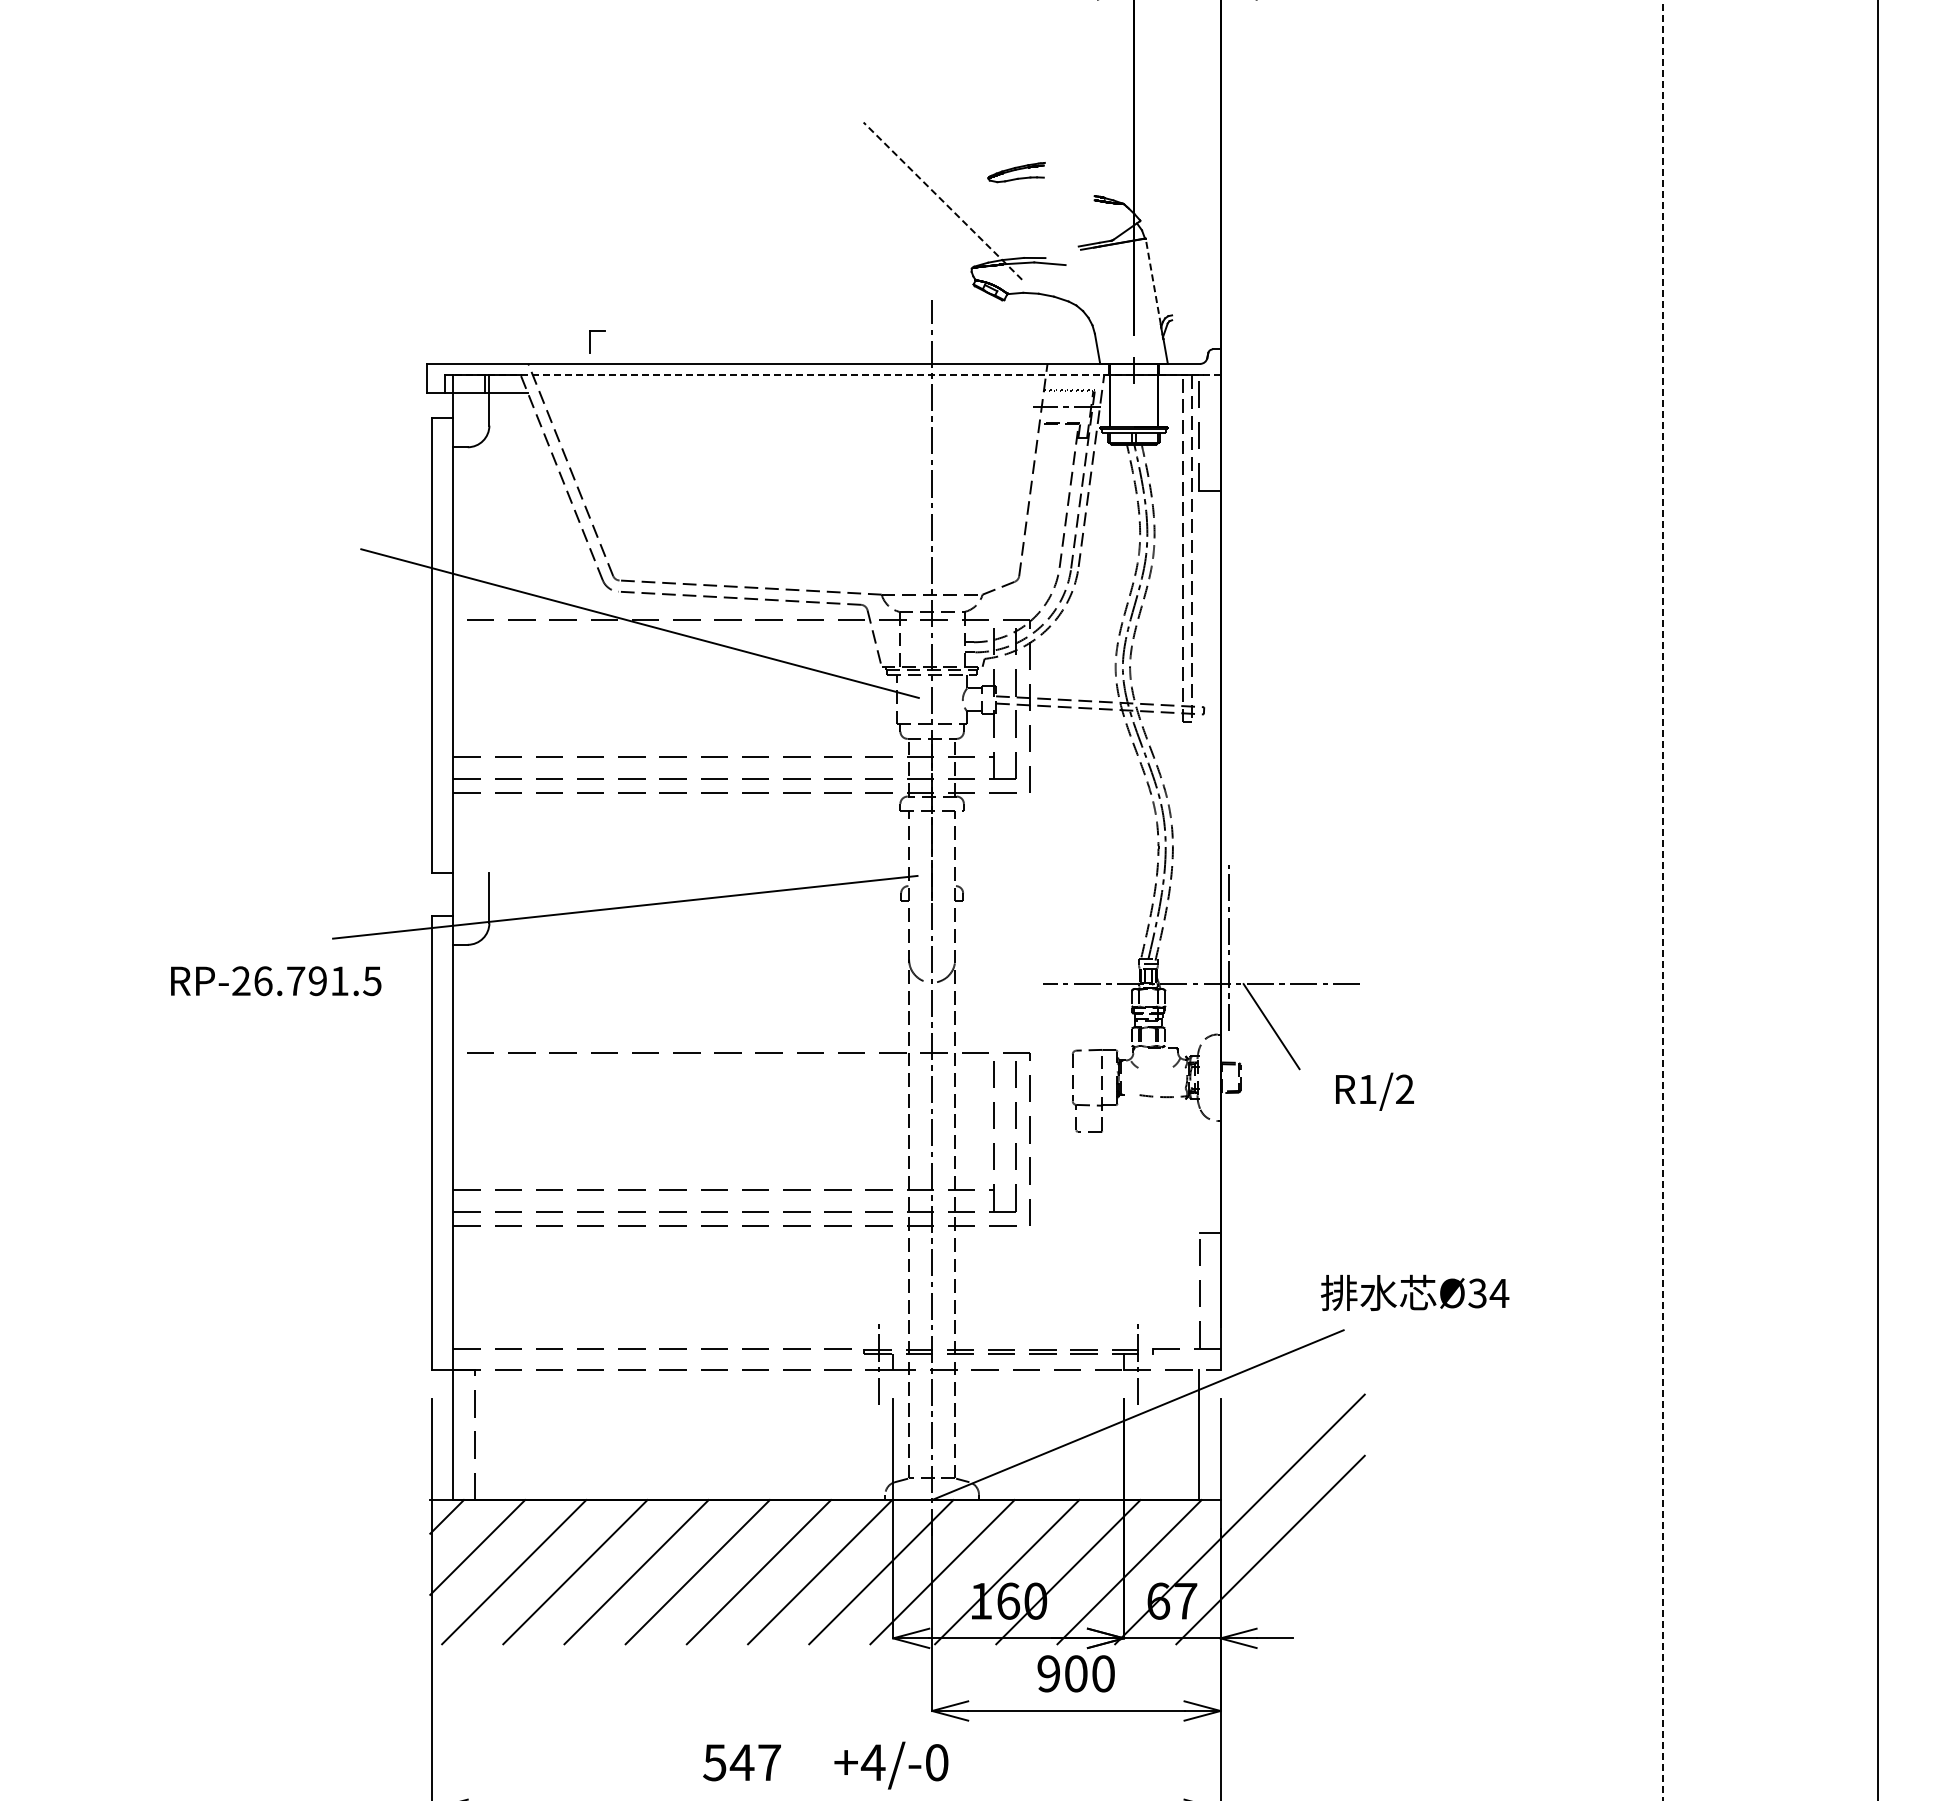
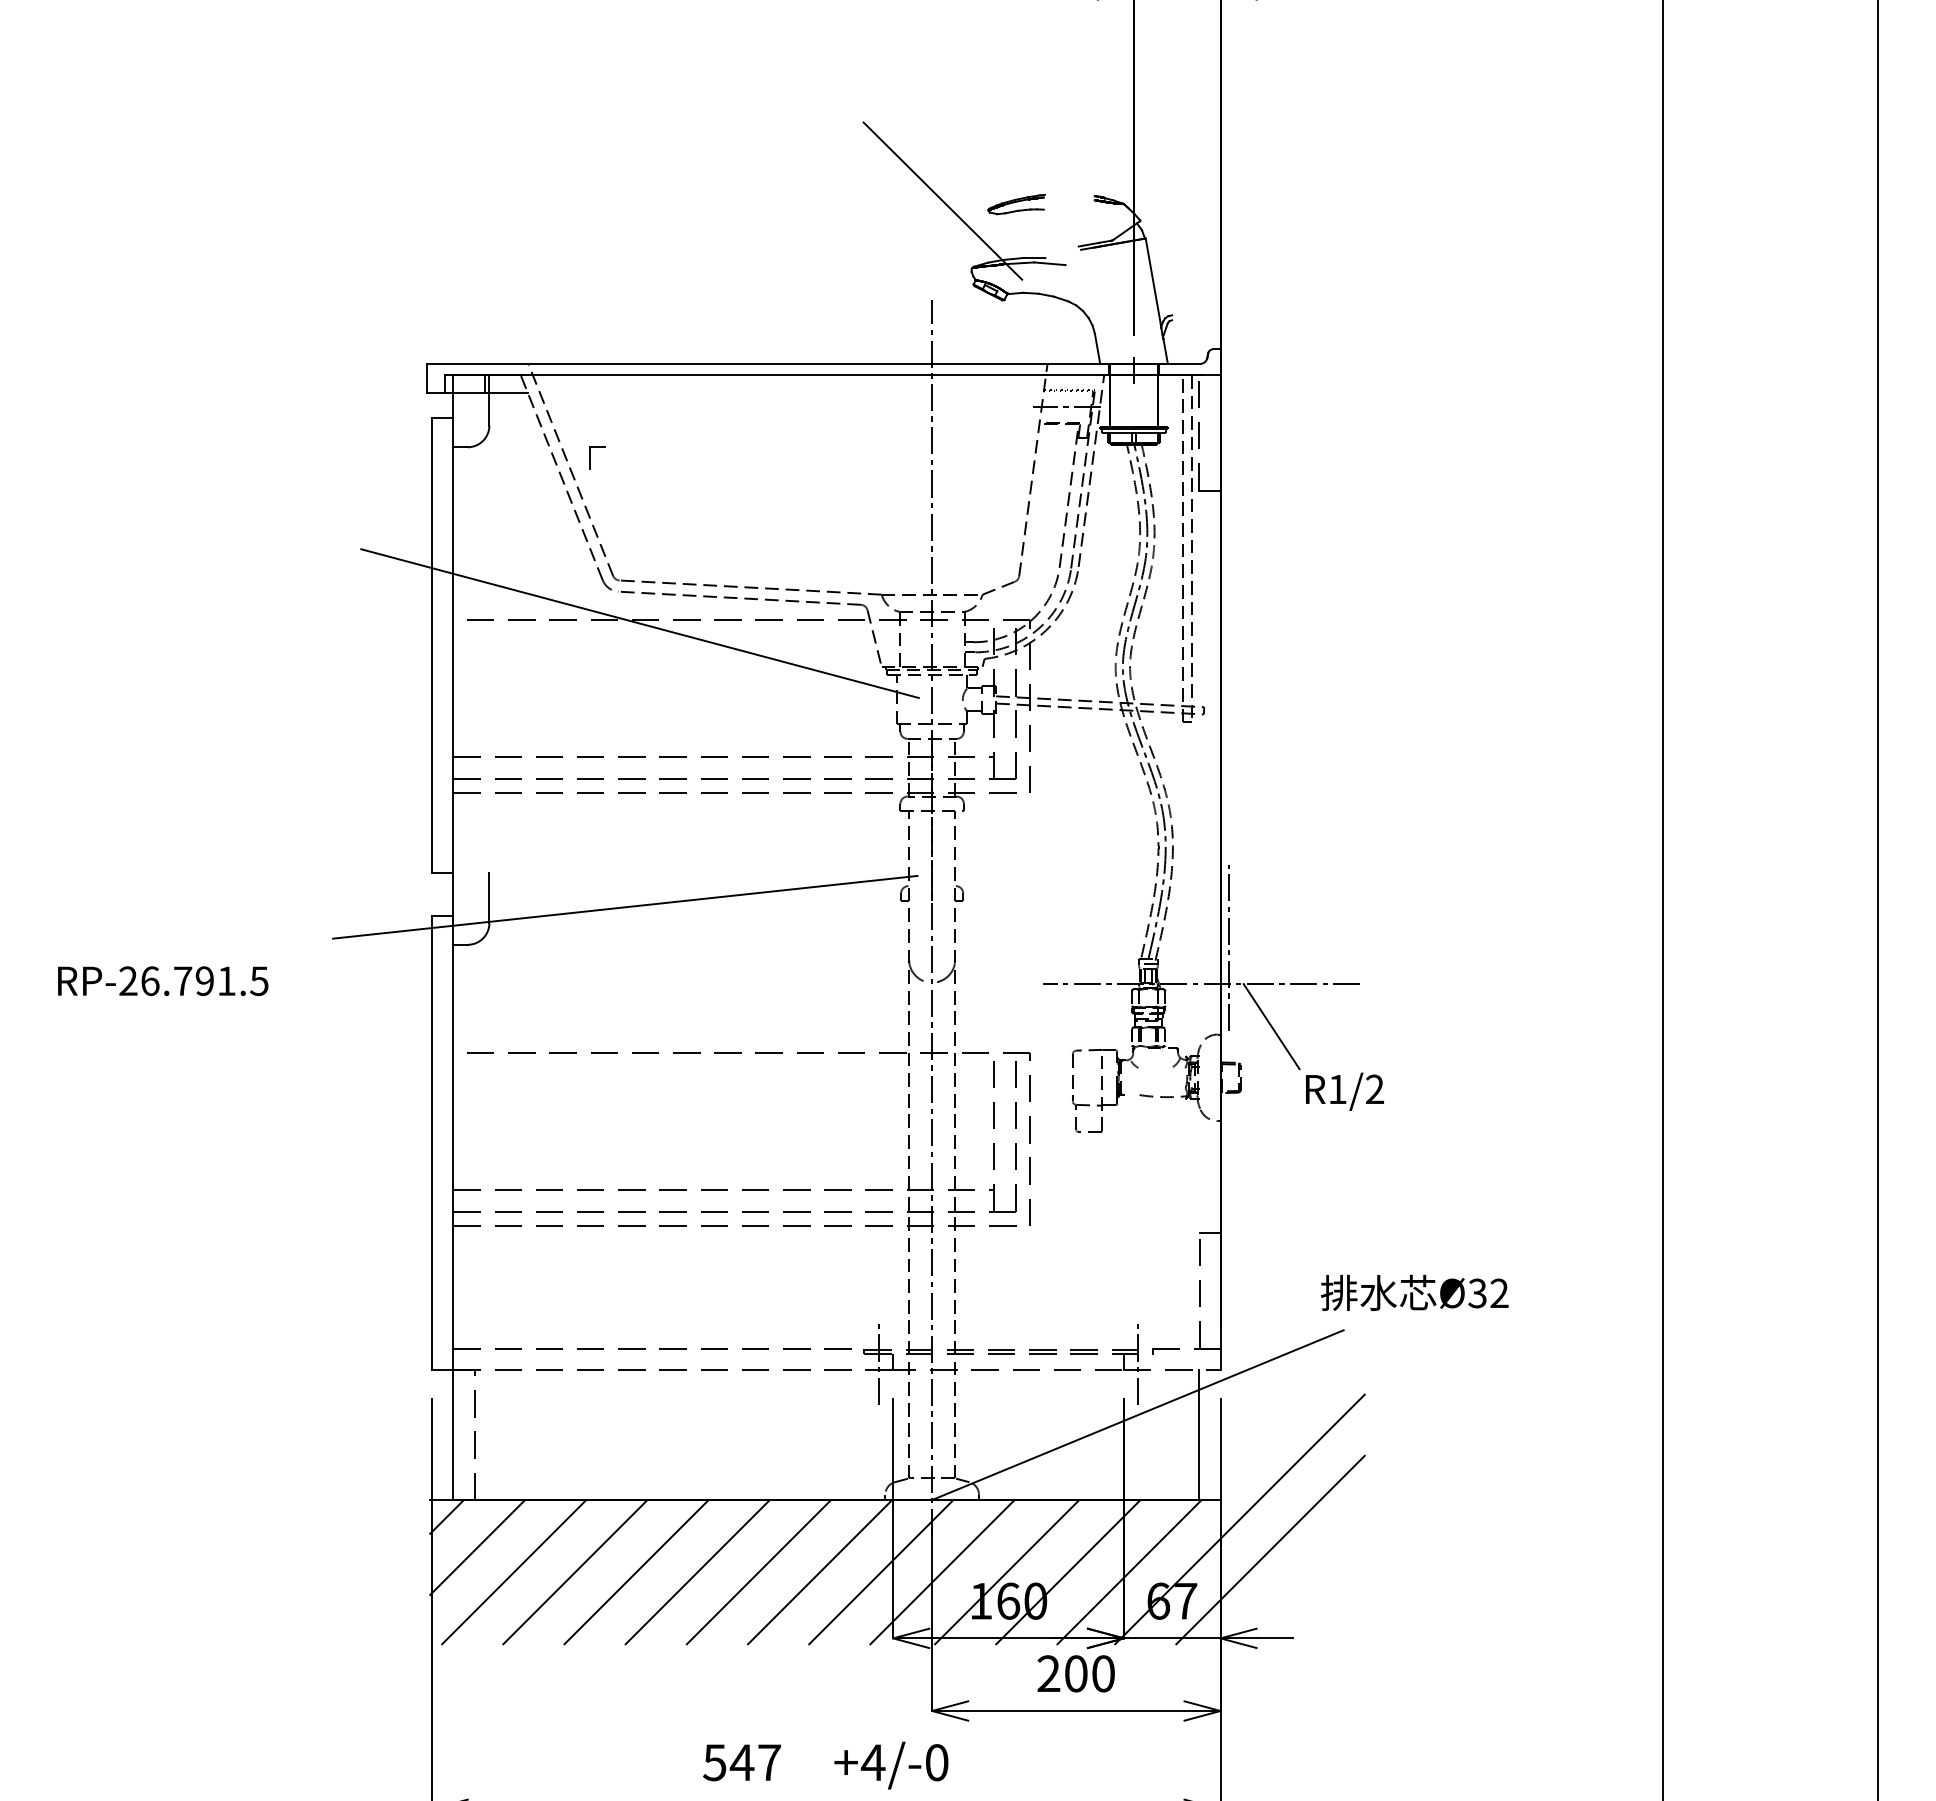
part at (1016, 172) position: (1016, 172) -> (1016, 204)
line at (942, 201): dashed -> solid
line at (1153, 281): dashed -> solid
part at (590, 341) position: (590, 341) -> (590, 457)
line at (836, 375): dashed -> solid
line at (1663, 901): dashed -> solid
text at (276, 981) position: (276, 981) -> (163, 981)
text at (1374, 1091) position: (1374, 1091) -> (1344, 1091)
text at (1499, 1292): Ø34 -> Ø32
text at (1048, 1673): 900 -> 200
